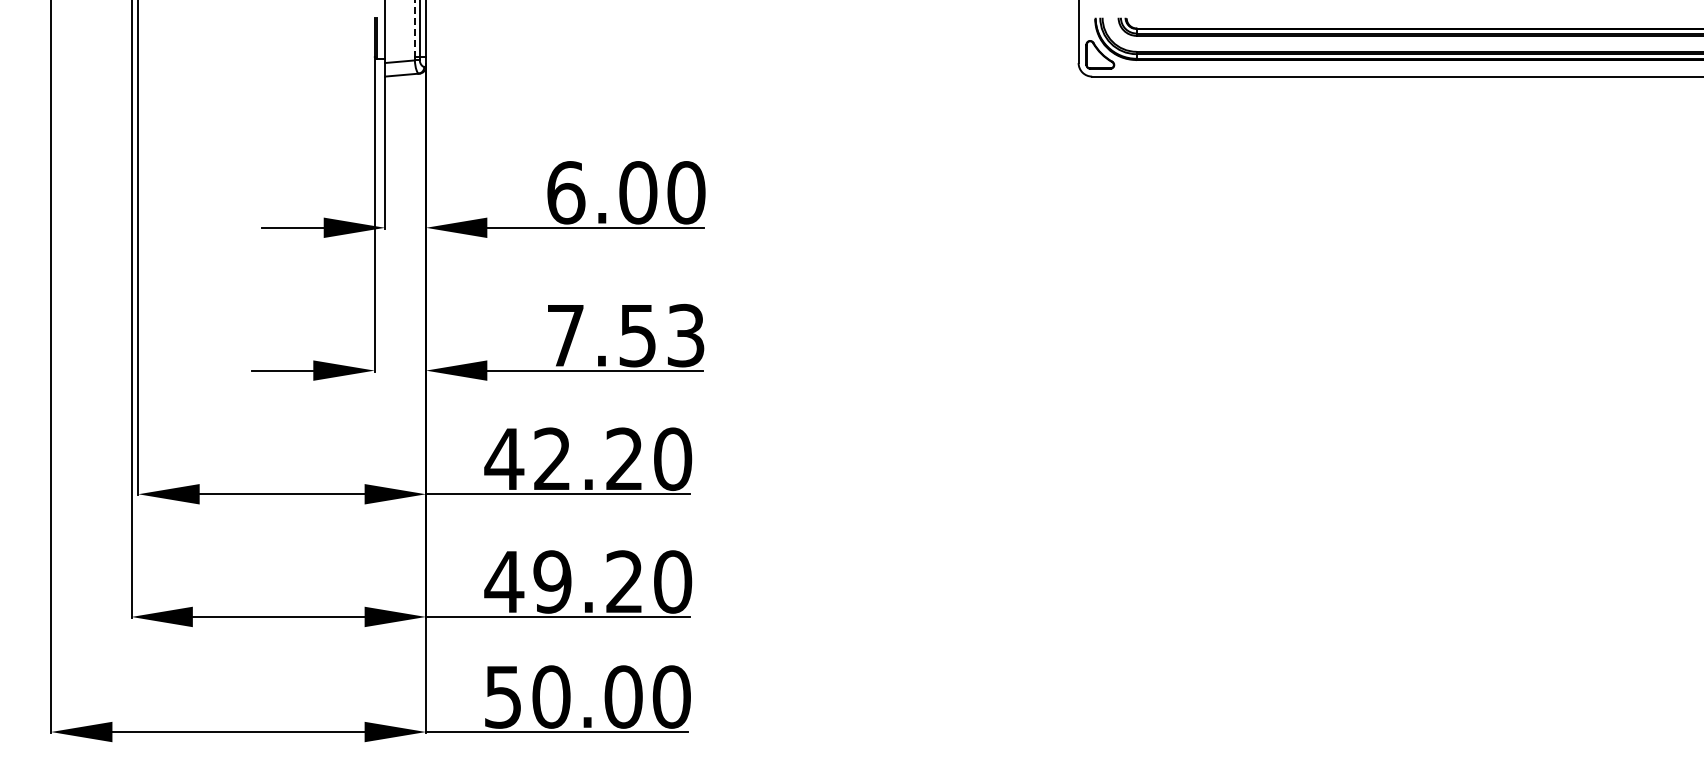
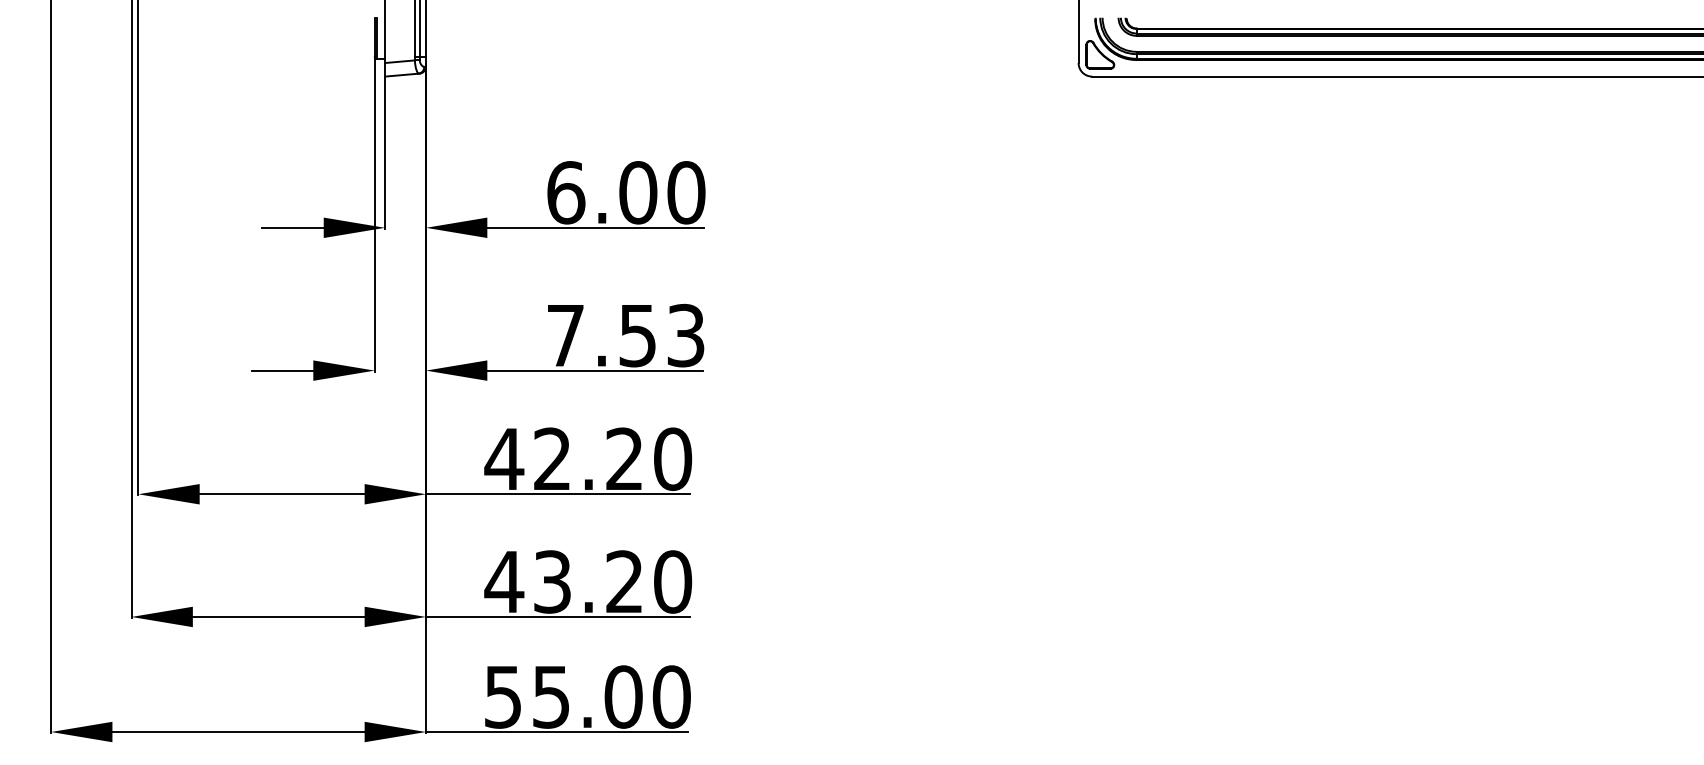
line at (414, 29): dashed -> solid
text at (552, 581): 49.20 -> 43.20
text at (551, 696): 50.00 -> 55.00
